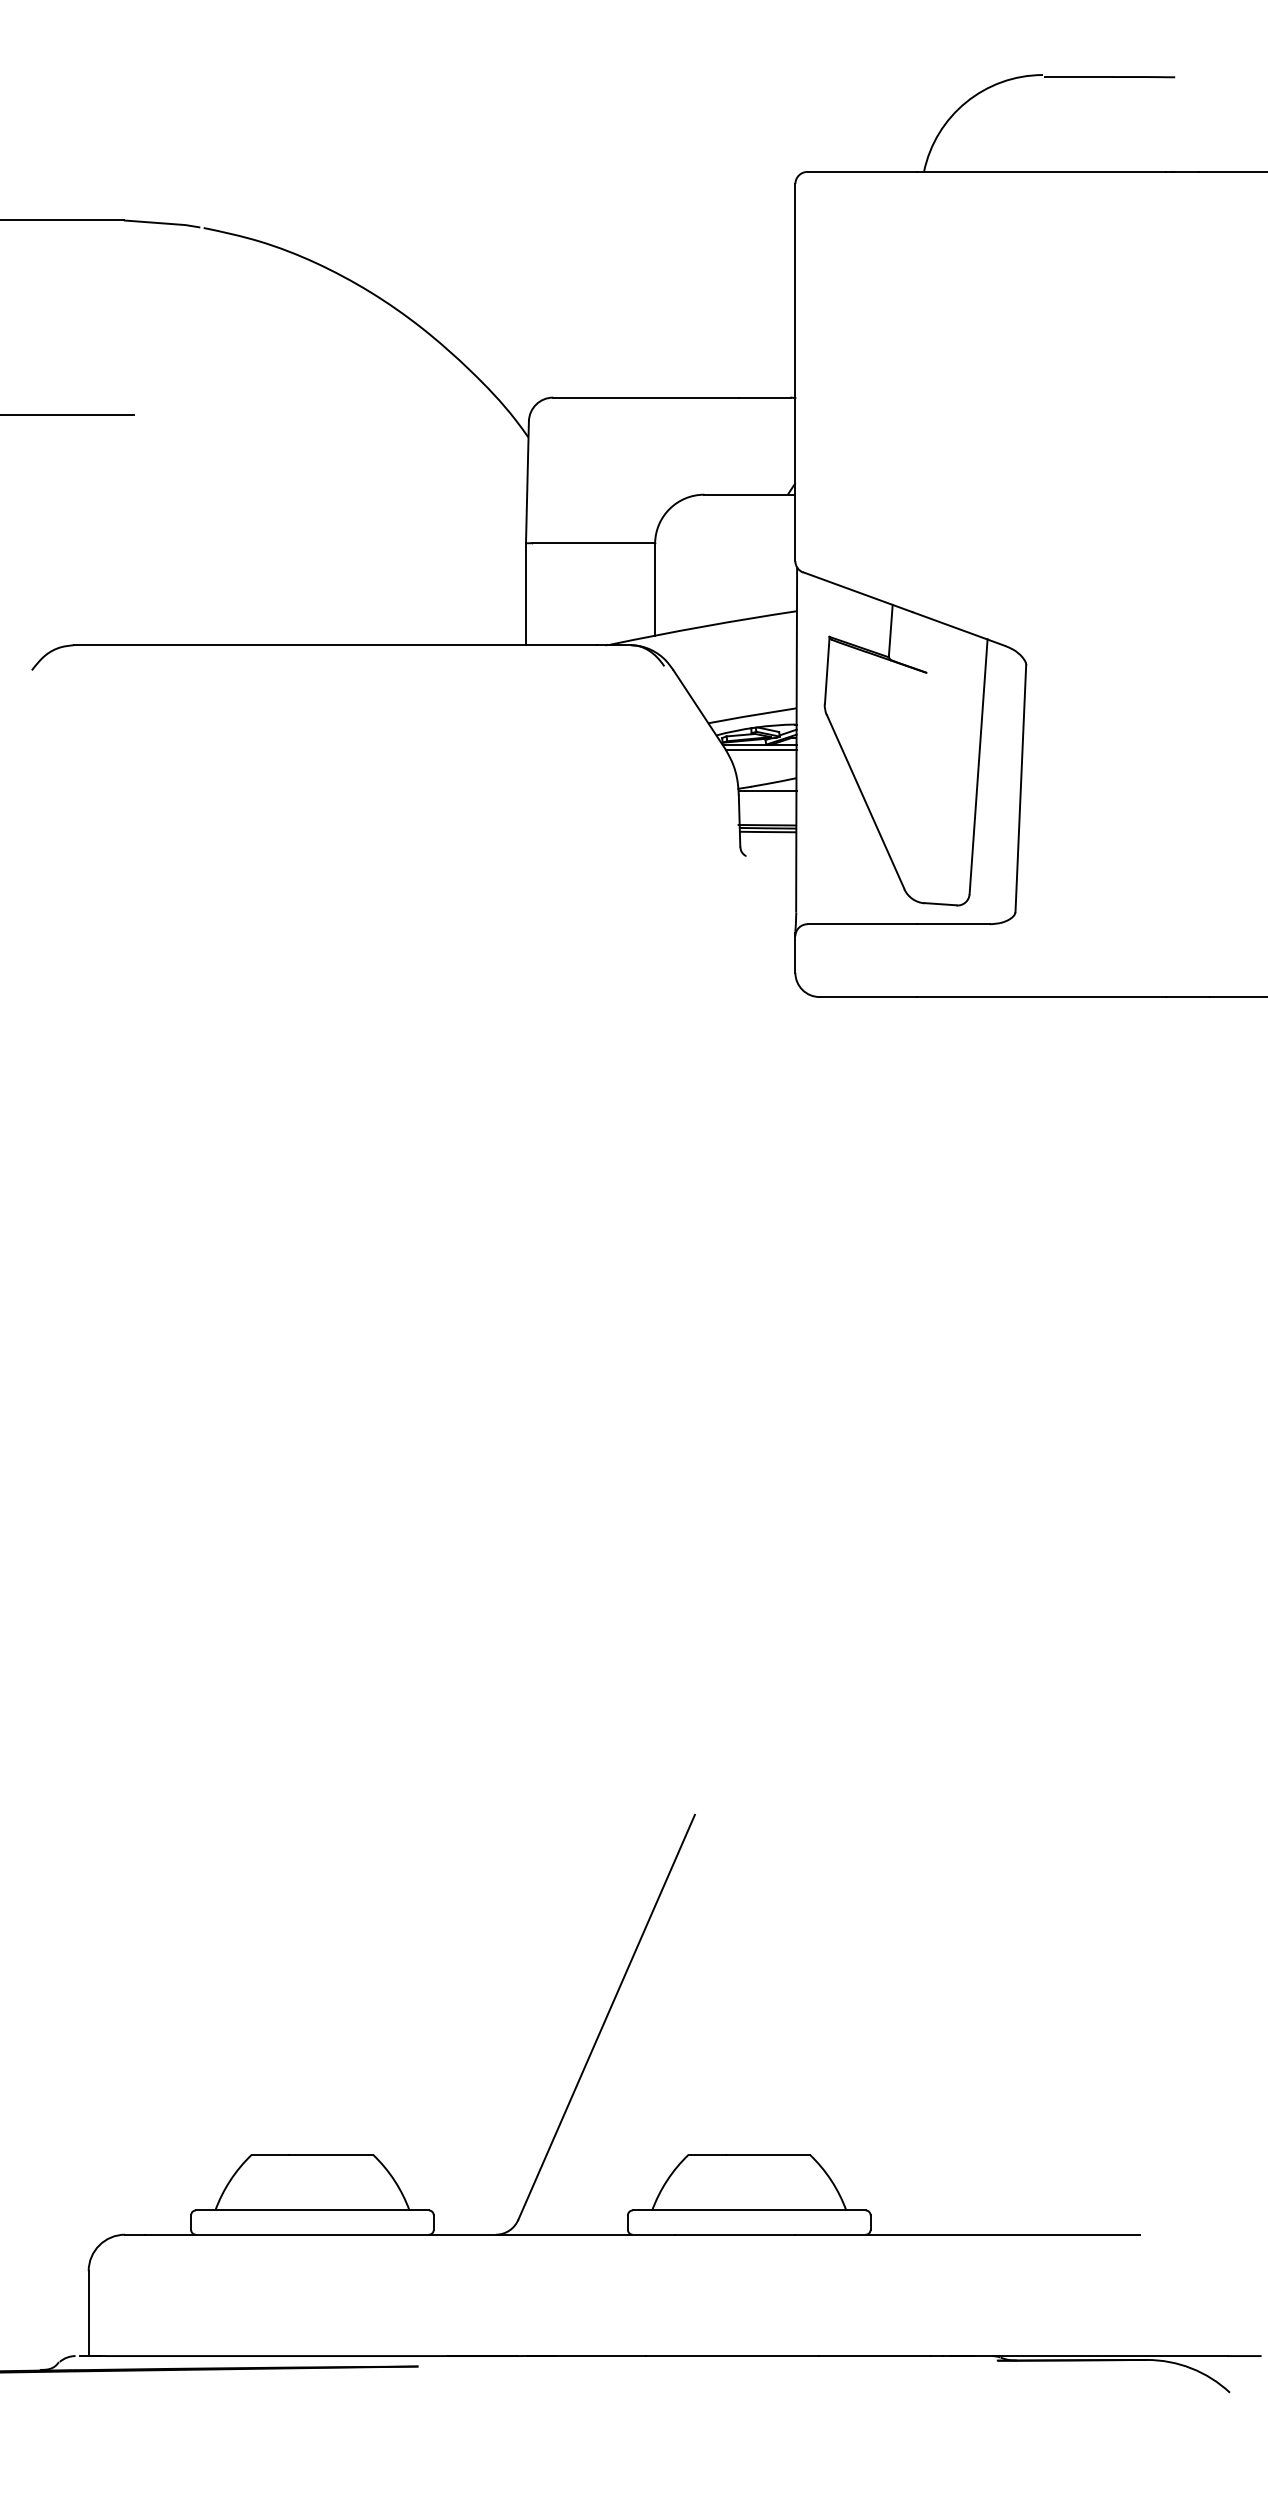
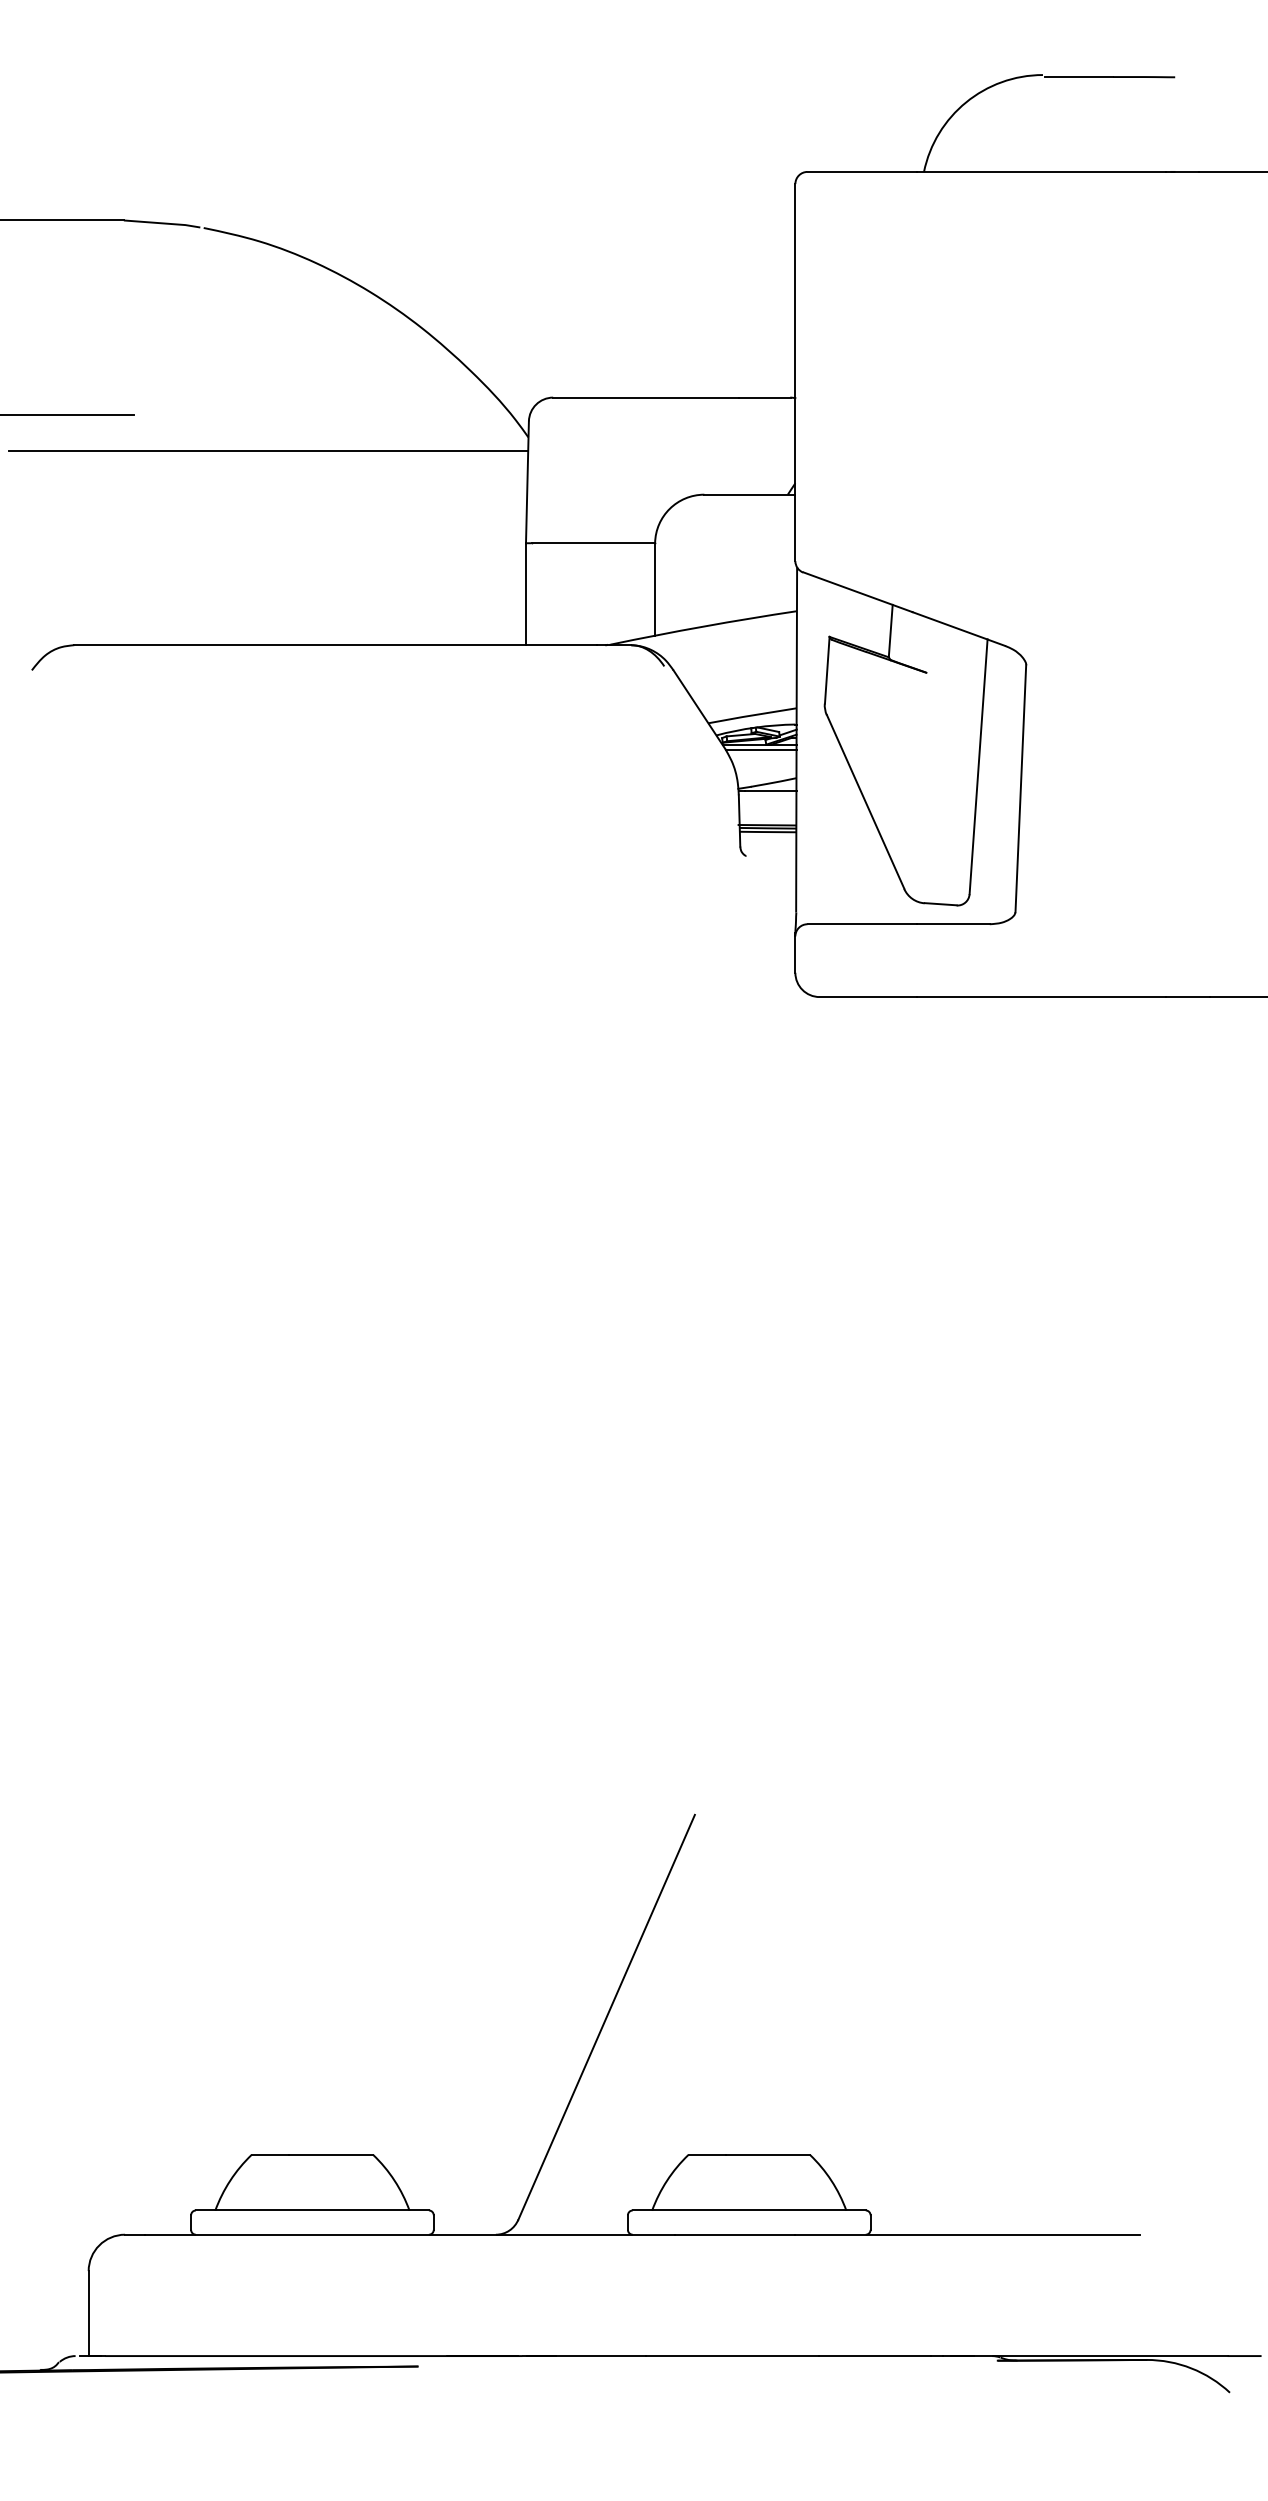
line at (268, 451): none -> present
